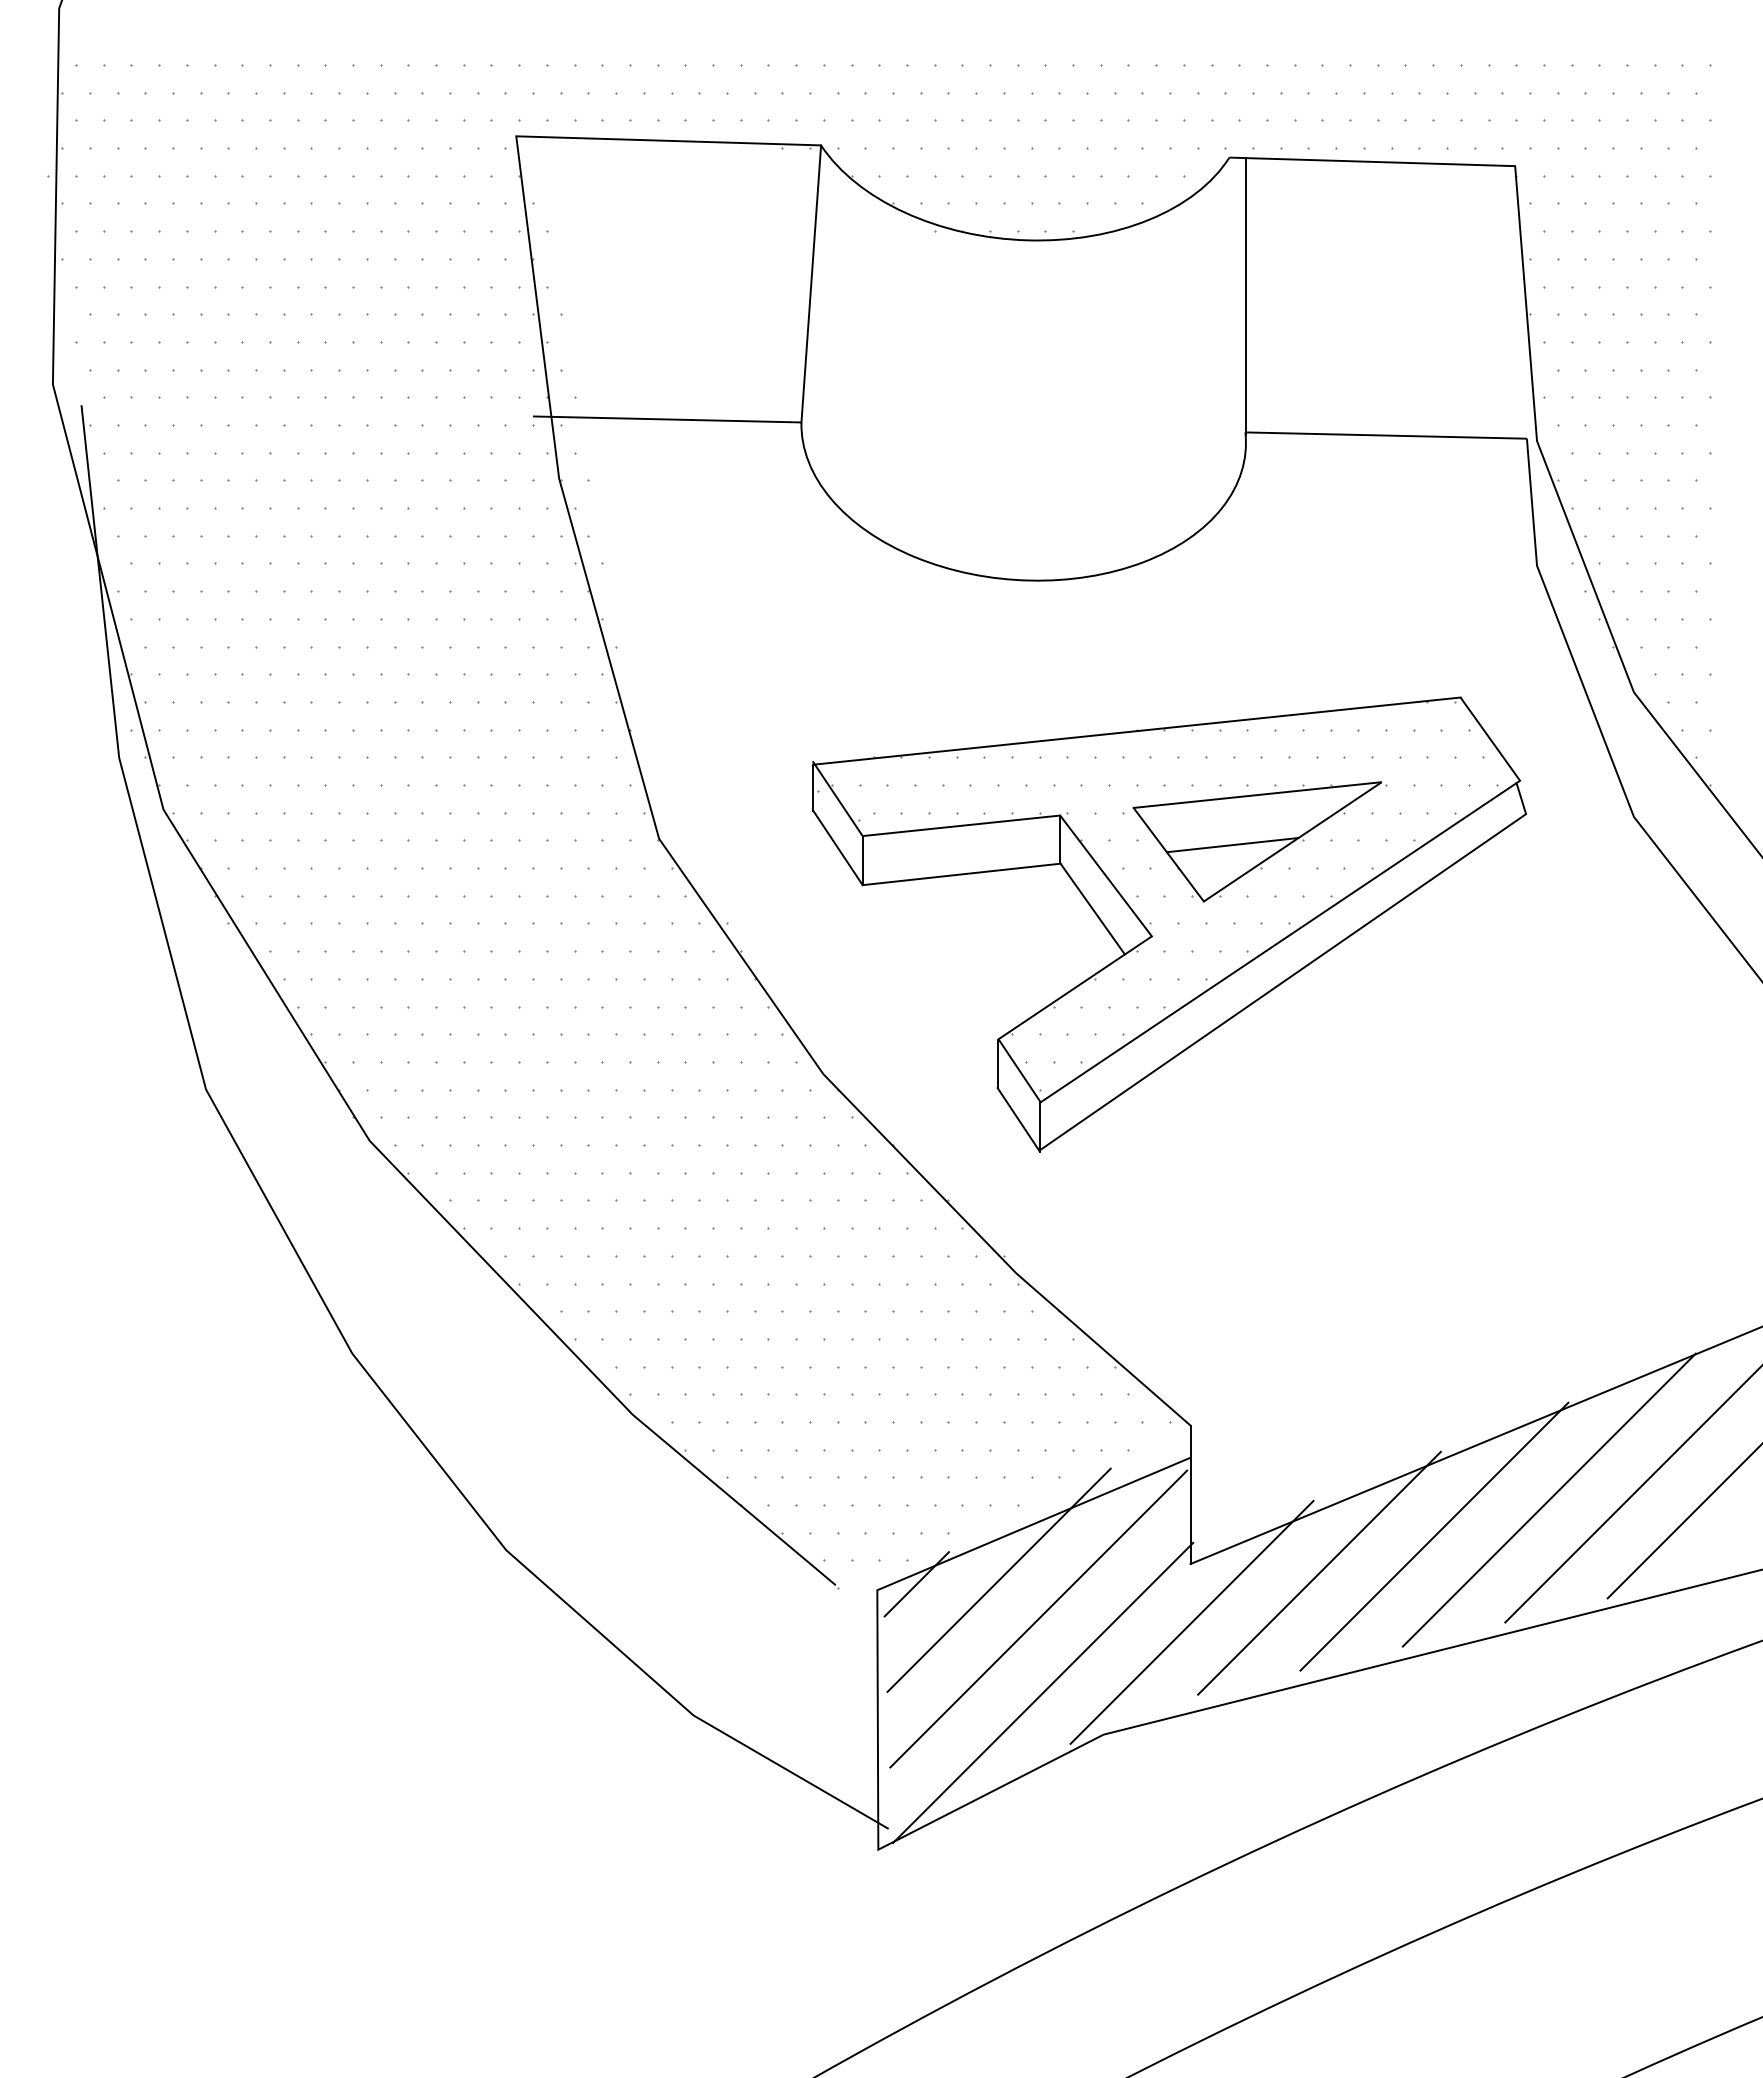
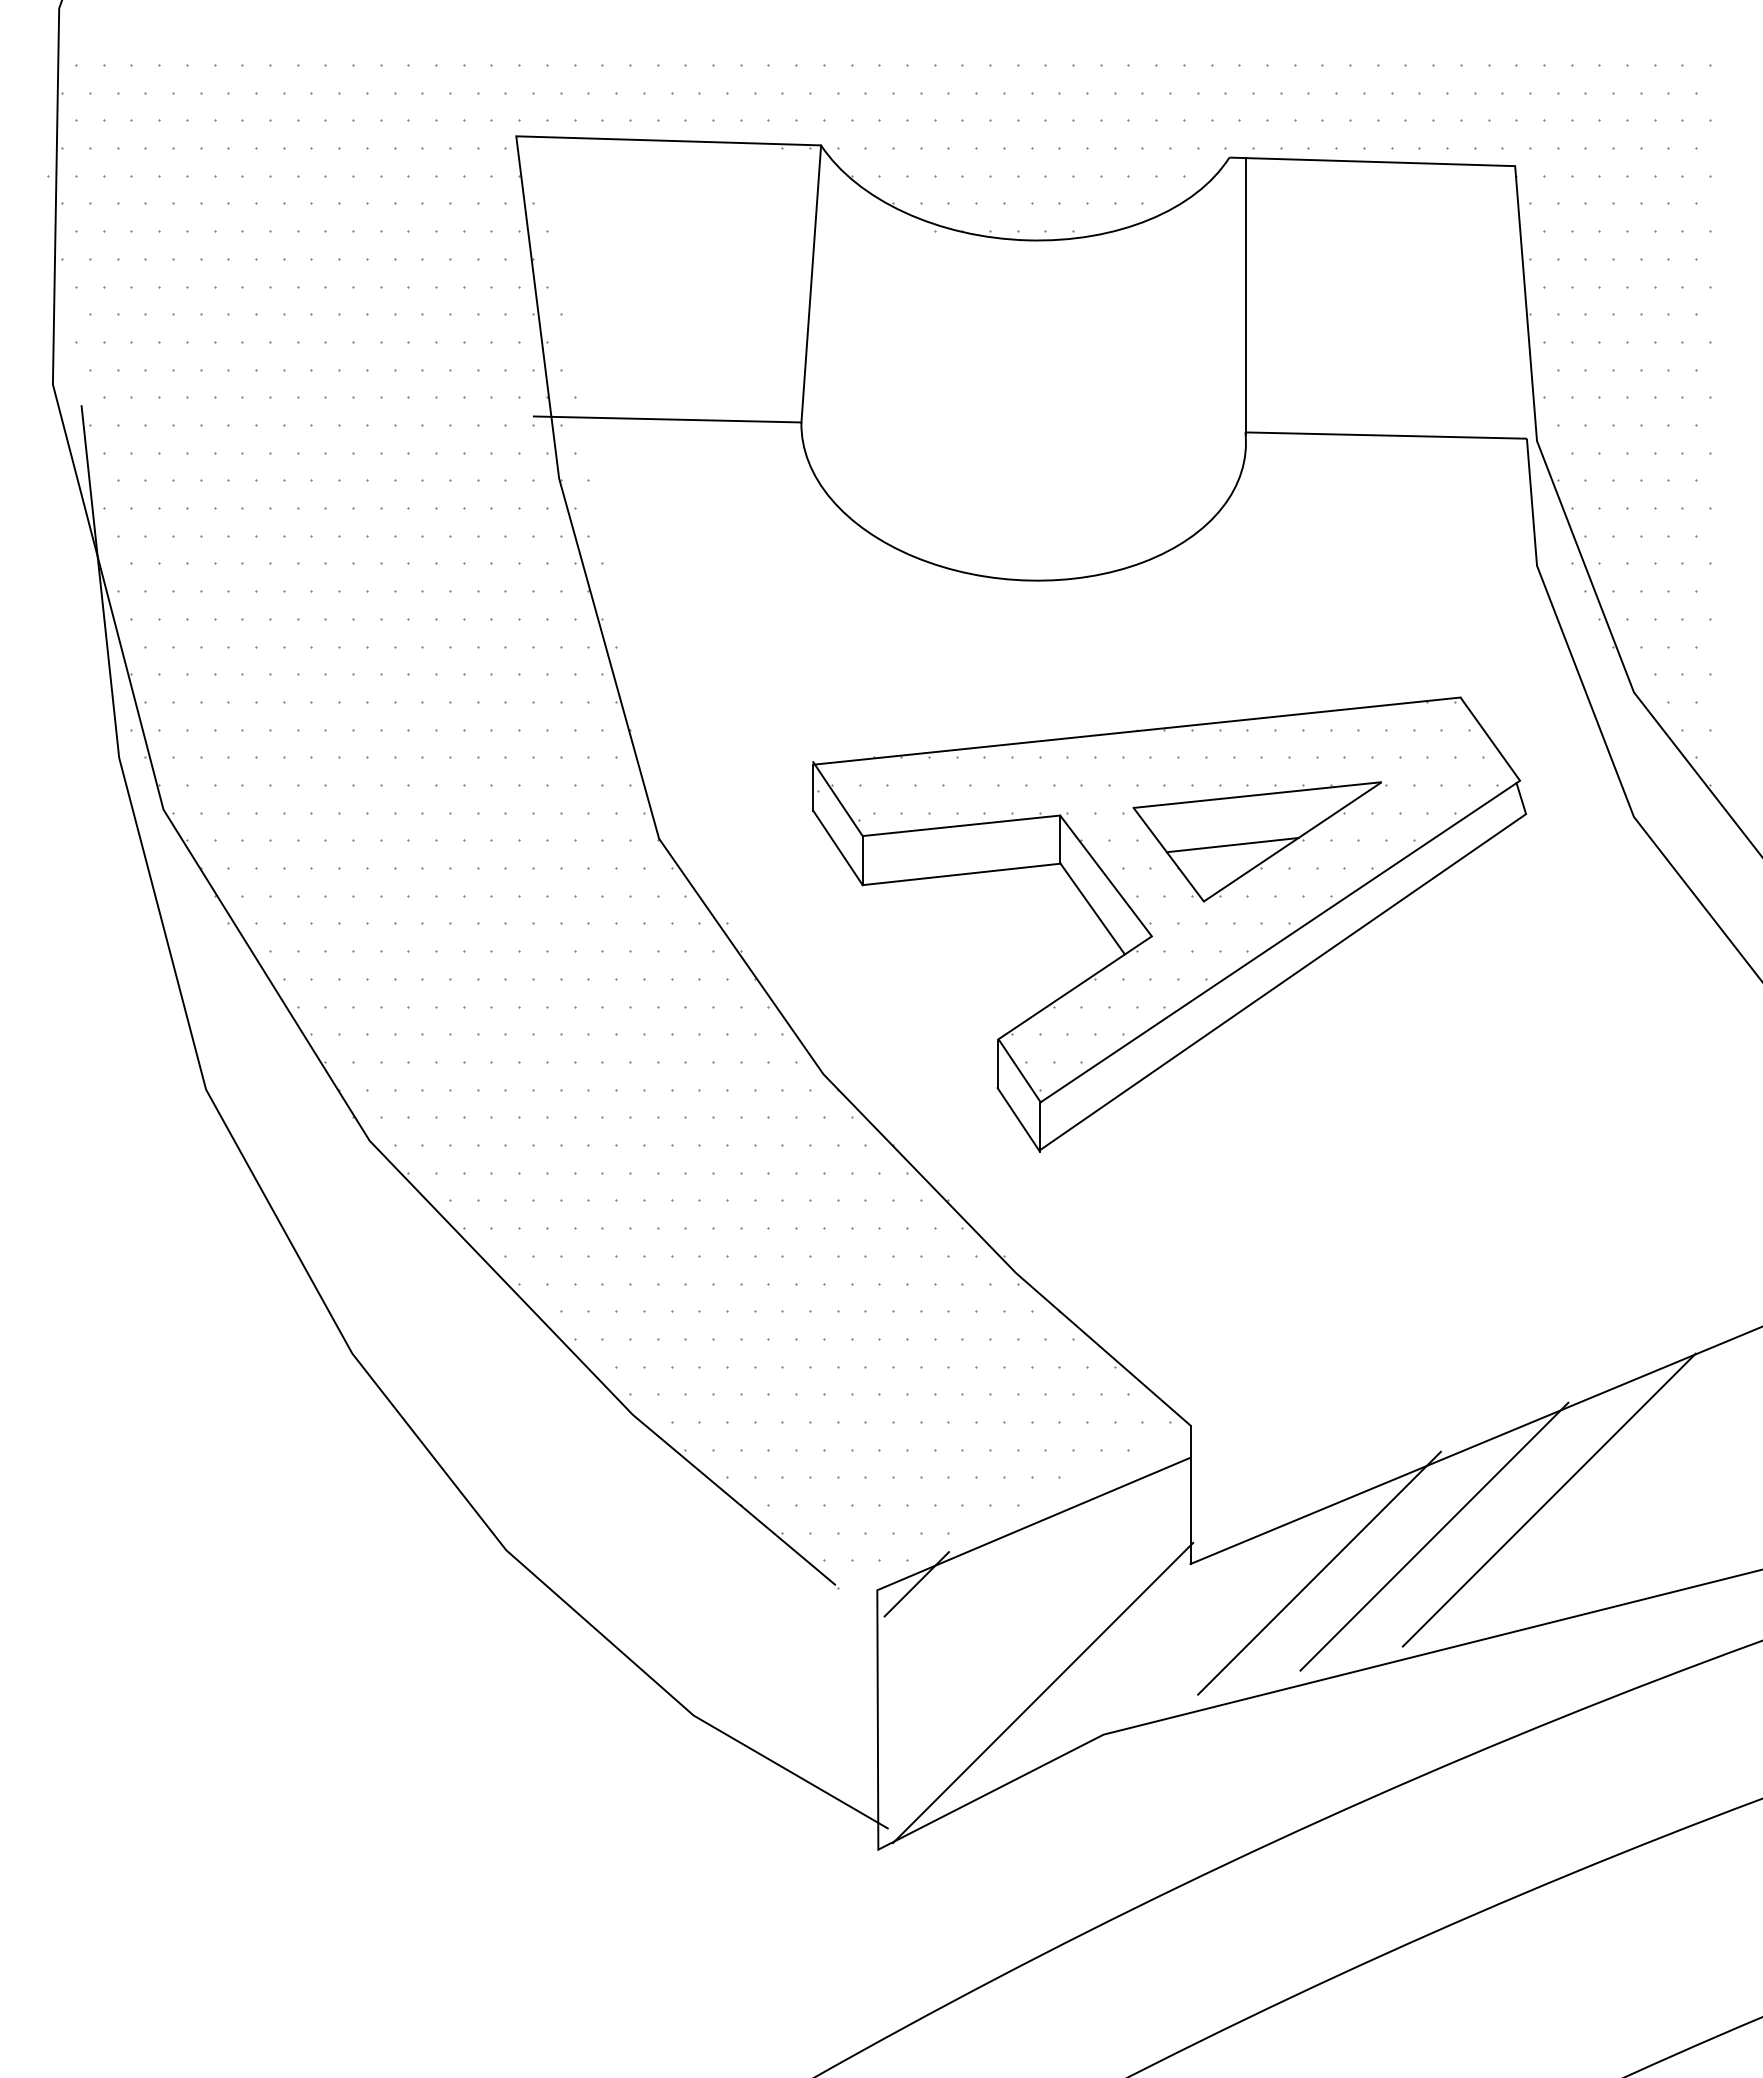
line at (1632, 1495): present -> none
line at (1683, 1522): present -> none
line at (998, 1579): present -> none
line at (1038, 1618): present -> none
line at (1191, 1621): present -> none
